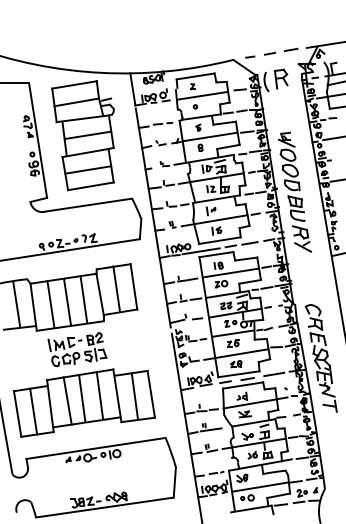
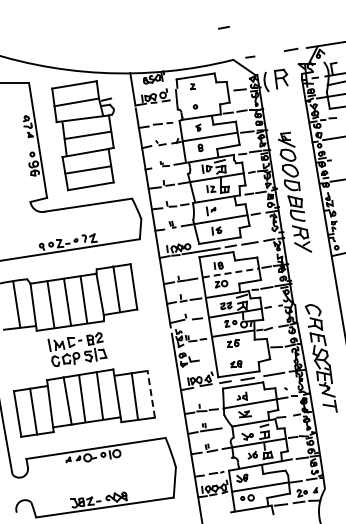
line at (269, 53) position: (269, 53) -> (223, 27)
line at (202, 95): present -> none
line at (231, 272): solid -> dashed
line at (236, 354): present -> none
line at (151, 394): solid -> dashed
